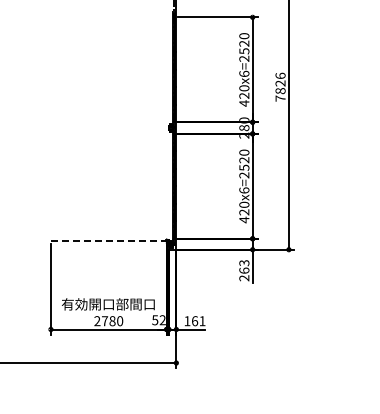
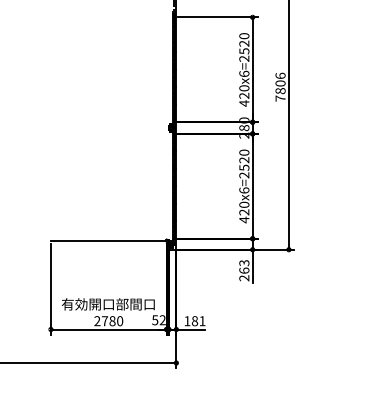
text at (280, 83): 7826 -> 7806
line at (108, 240): dashed -> solid
text at (194, 321): 161 -> 181
